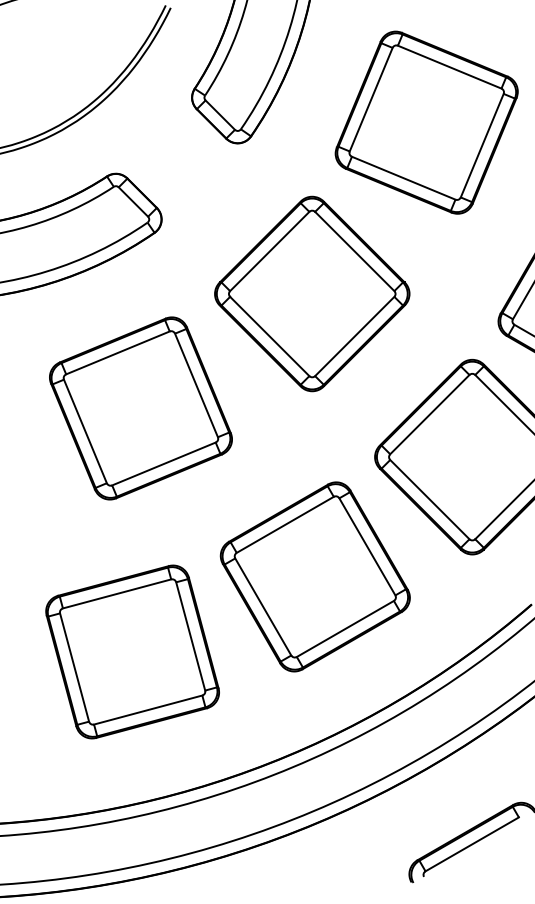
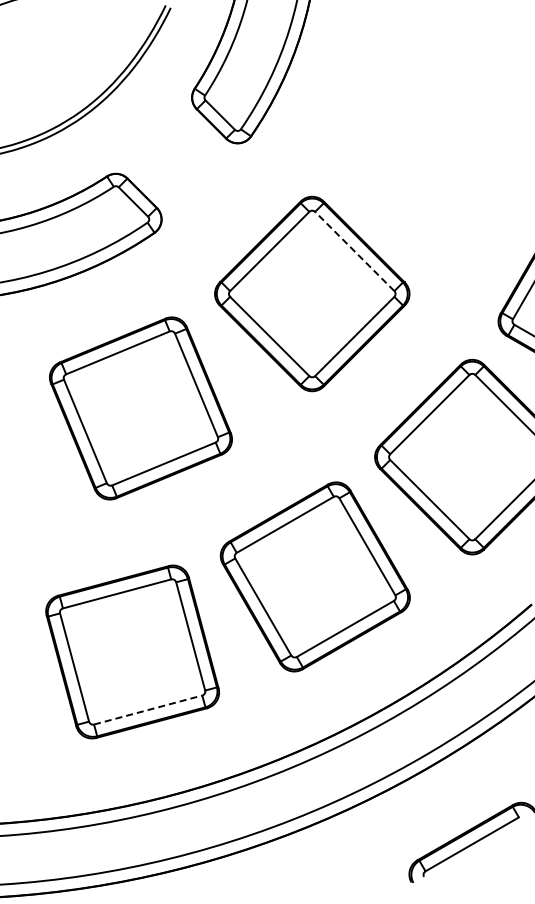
part at (426, 122): present -> none
line at (354, 251): solid -> dashed
line at (148, 709): solid -> dashed
